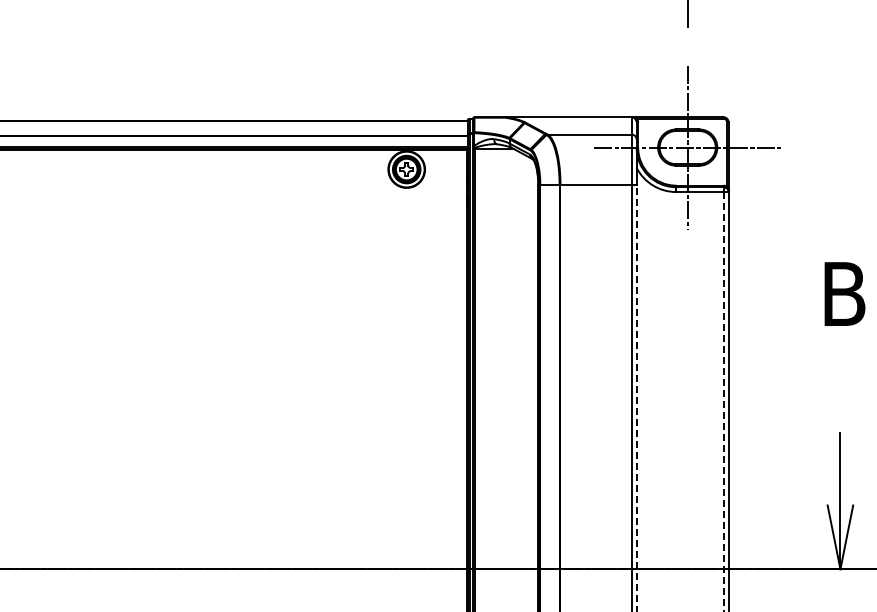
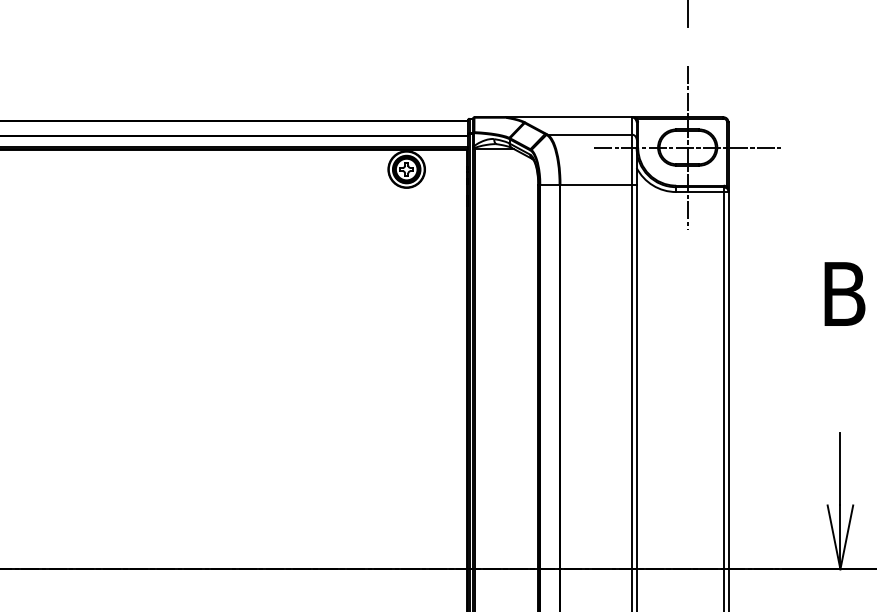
line at (636, 397): dashed -> solid
line at (723, 401): dashed -> solid
